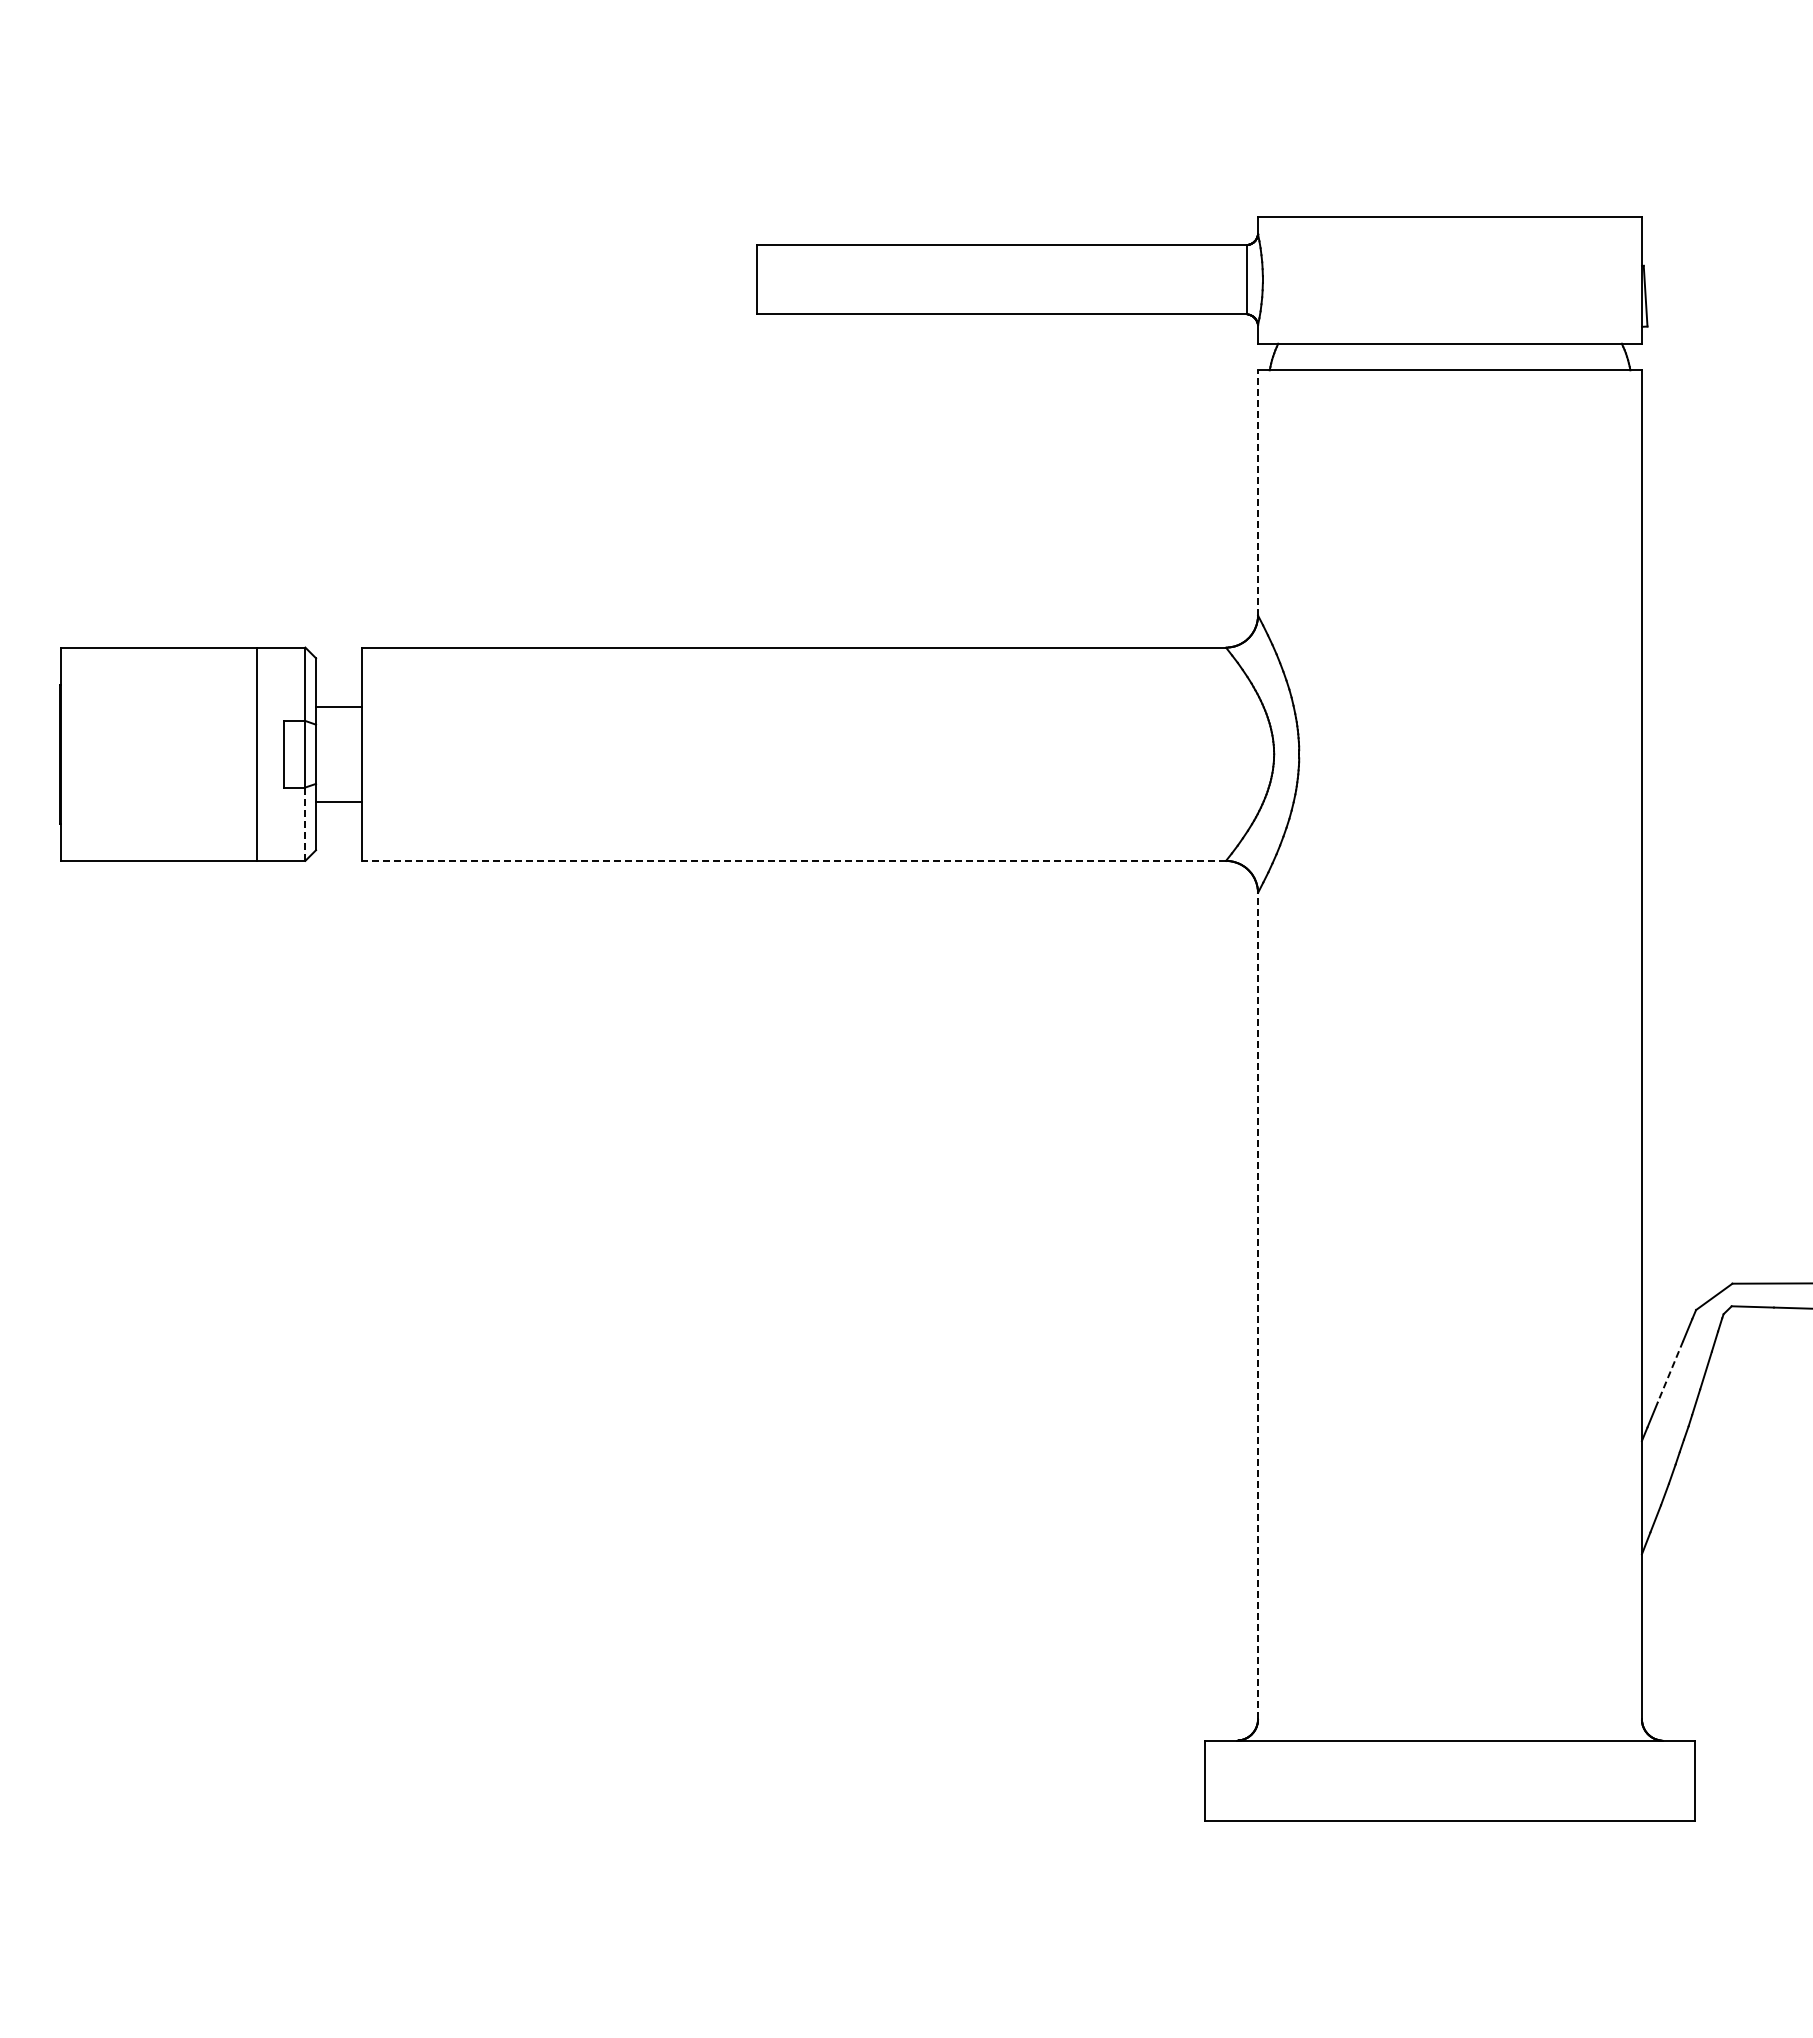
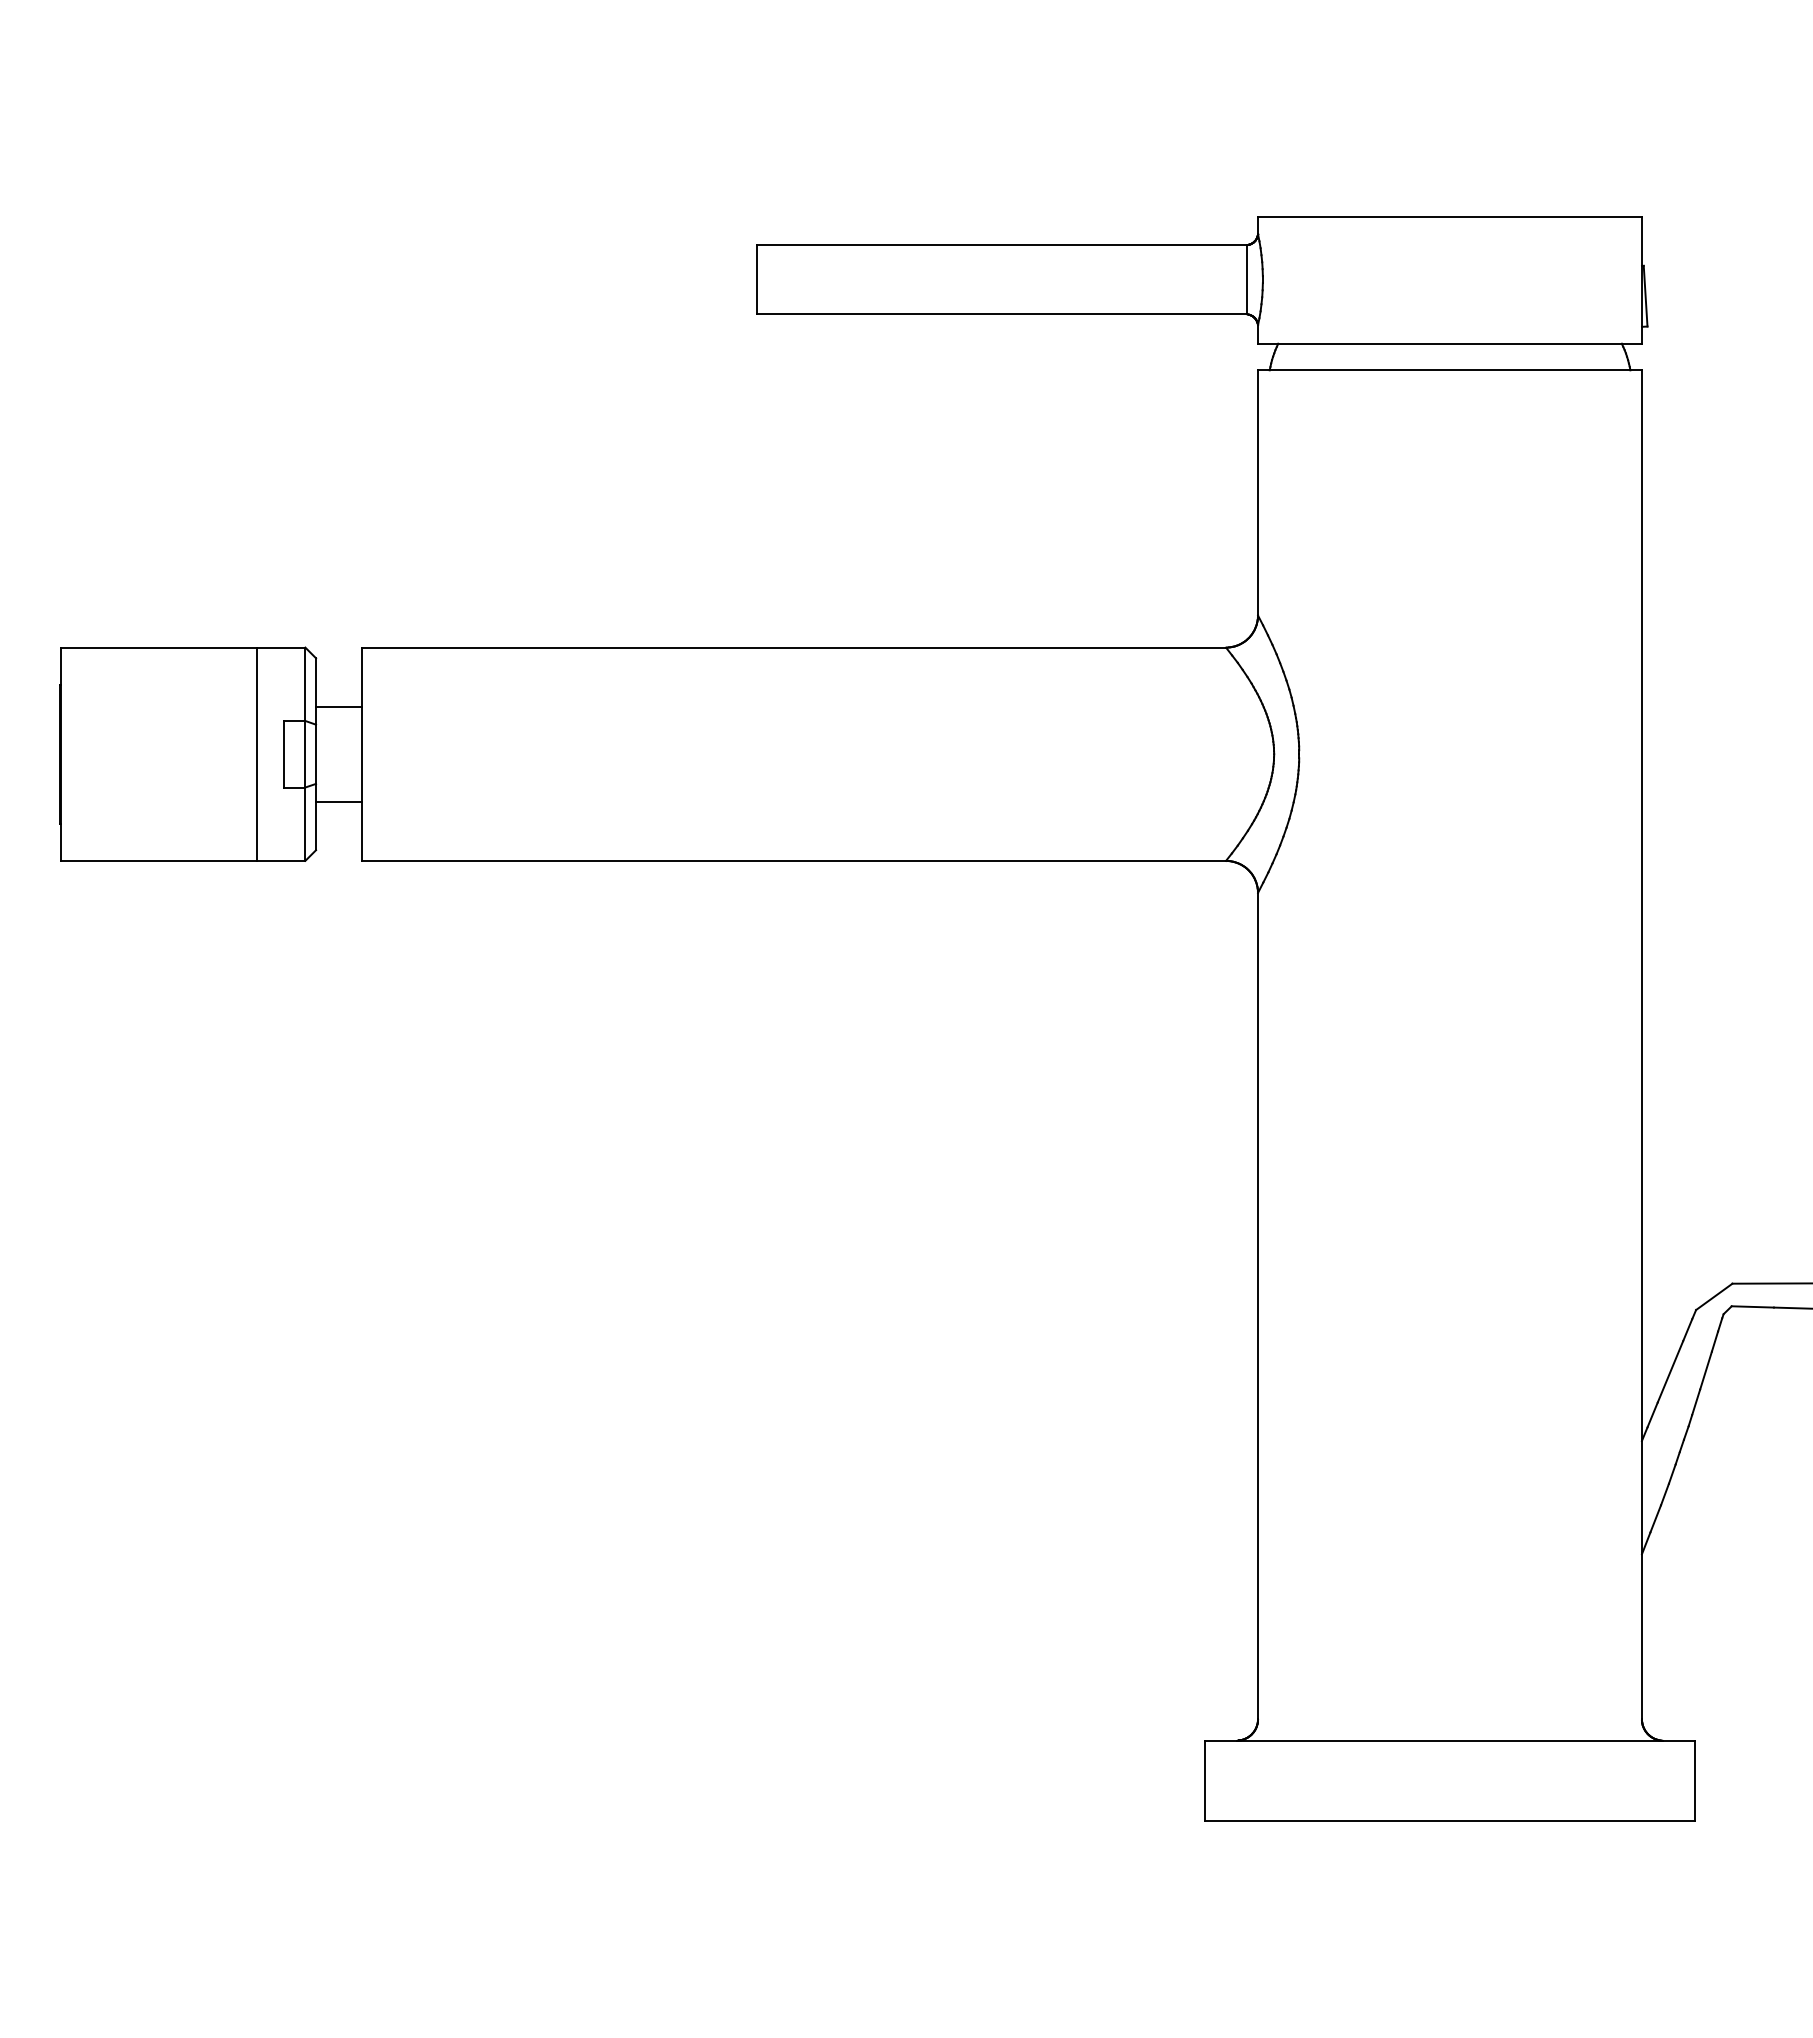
line at (1258, 493): dashed -> solid
line at (305, 824): dashed -> solid
line at (794, 860): dashed -> solid
line at (1258, 1305): dashed -> solid
line at (1670, 1372): dashed -> solid
